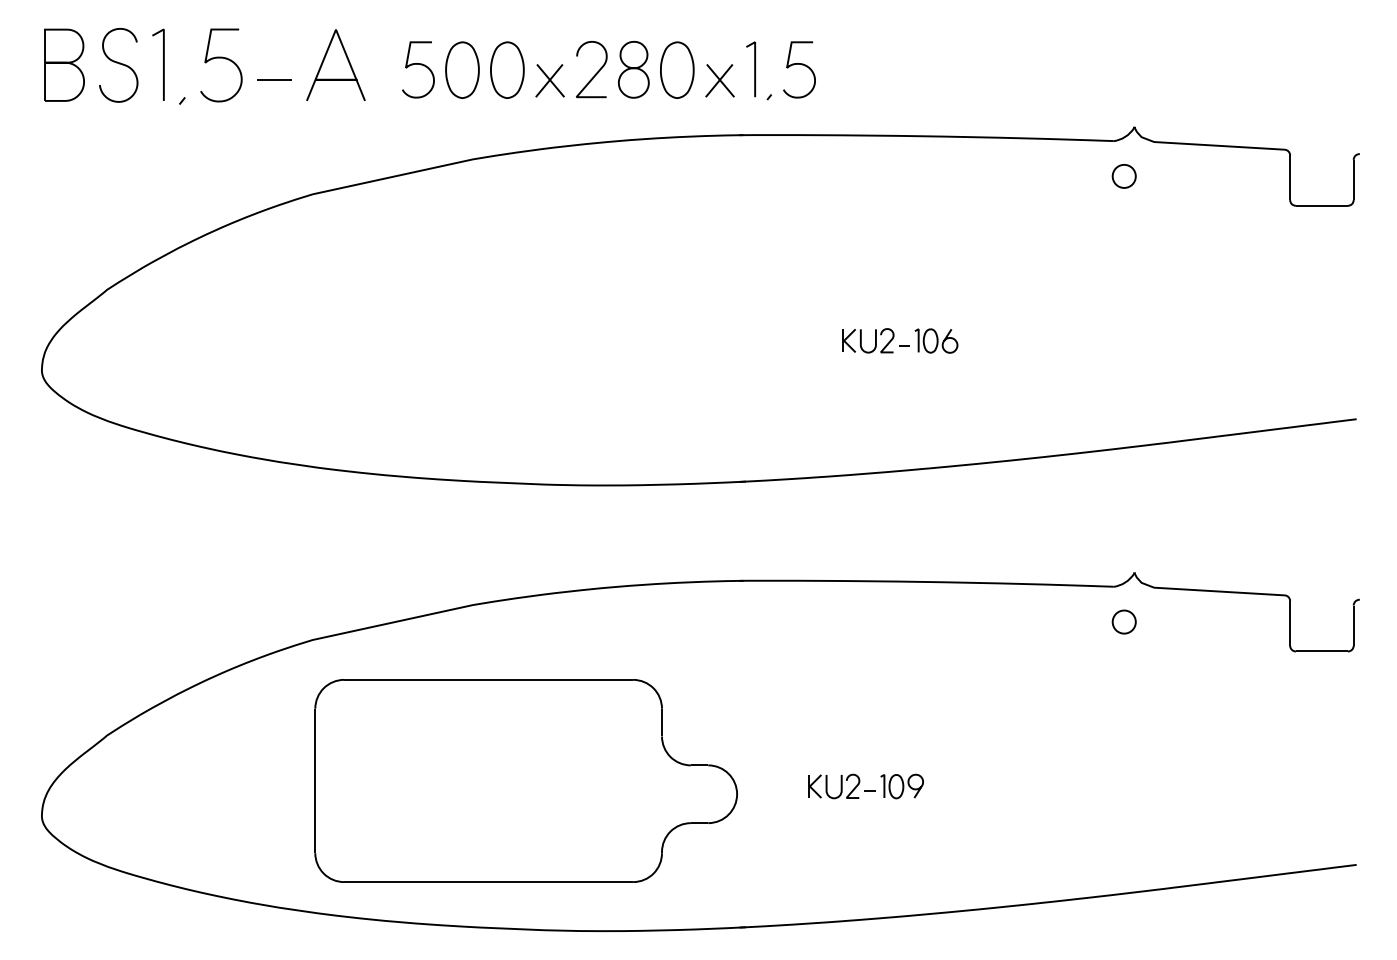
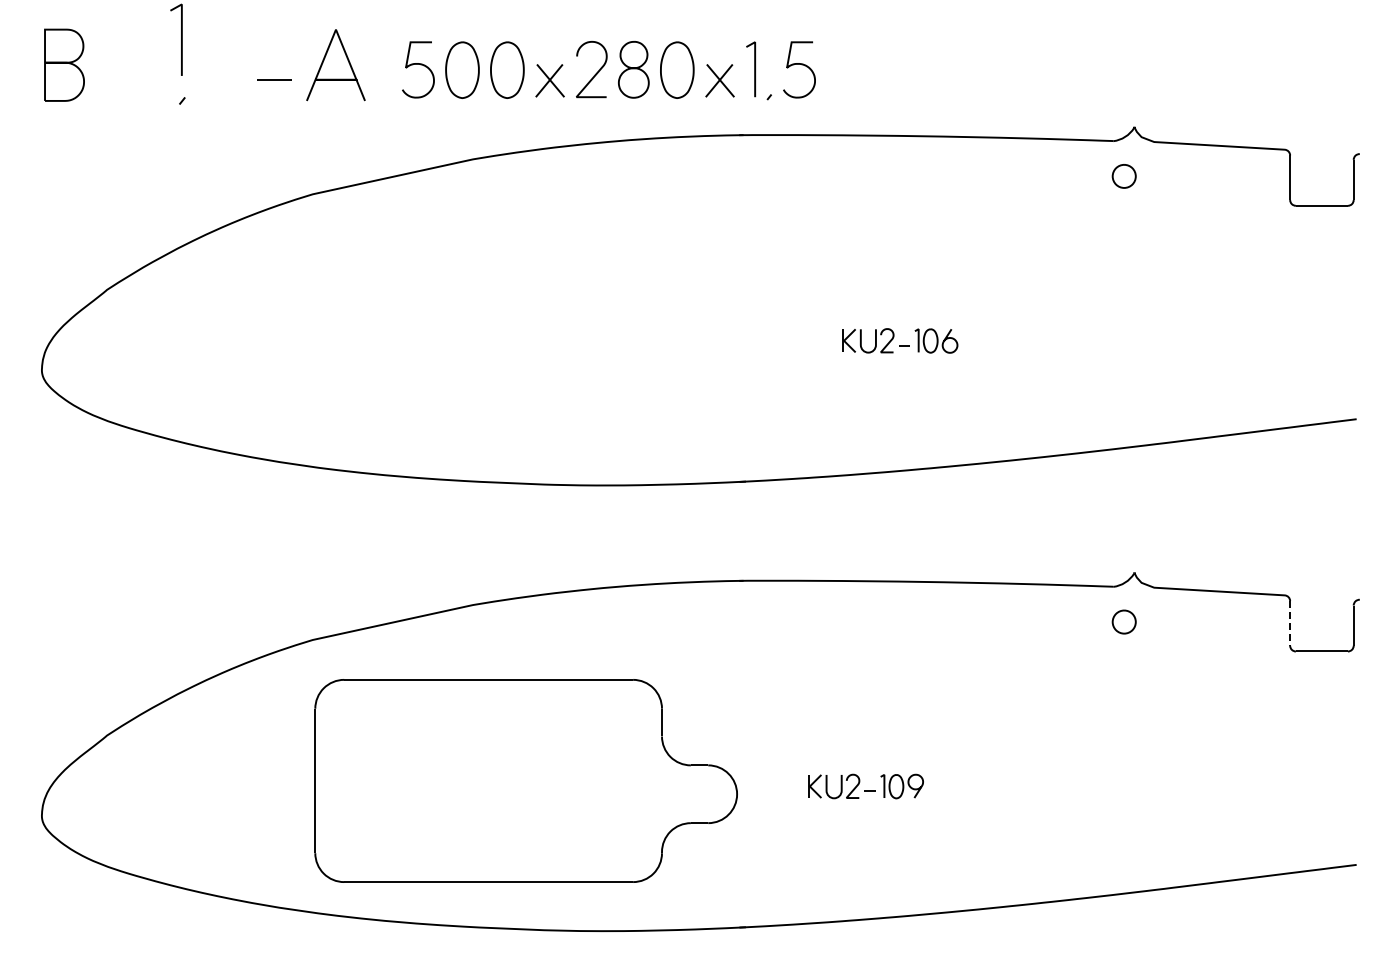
curve at (221, 58): present -> none
curve at (119, 64): present -> none
line at (163, 64) position: (163, 64) -> (181, 39)
line at (1290, 623): solid -> dashed
